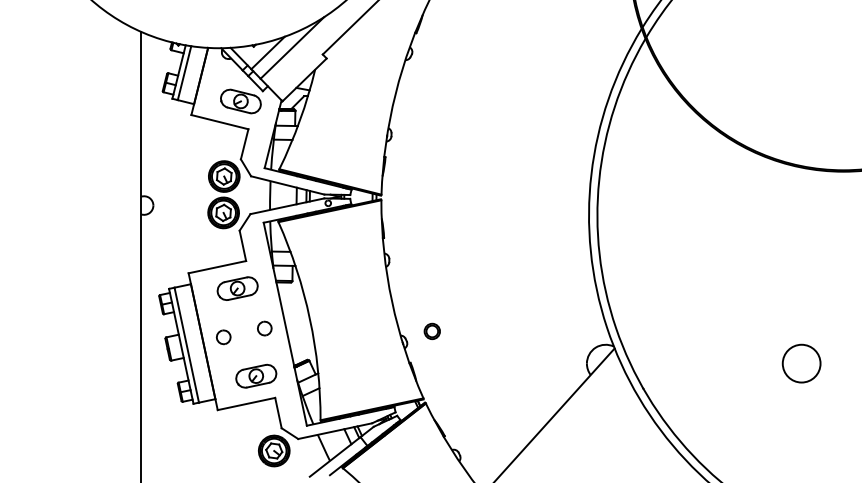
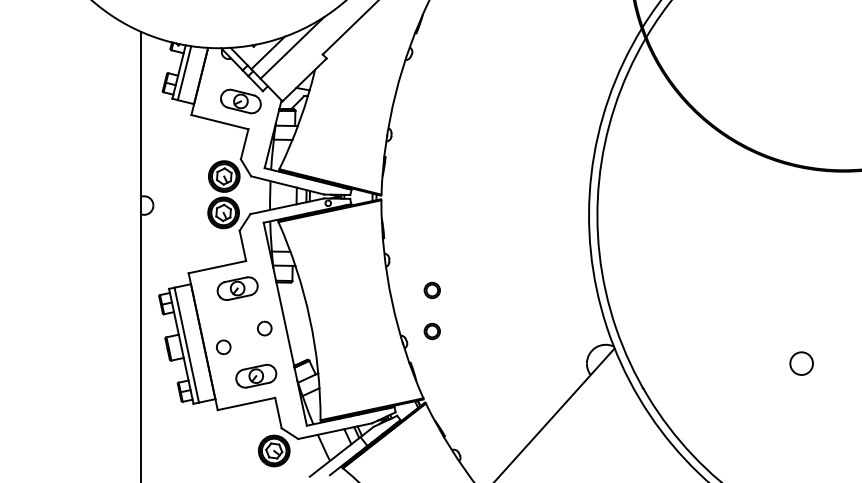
part at (431, 289): none -> present
part at (223, 337) position: (223, 337) -> (223, 347)
circle at (801, 363) diameter: 38 px -> 23 px
